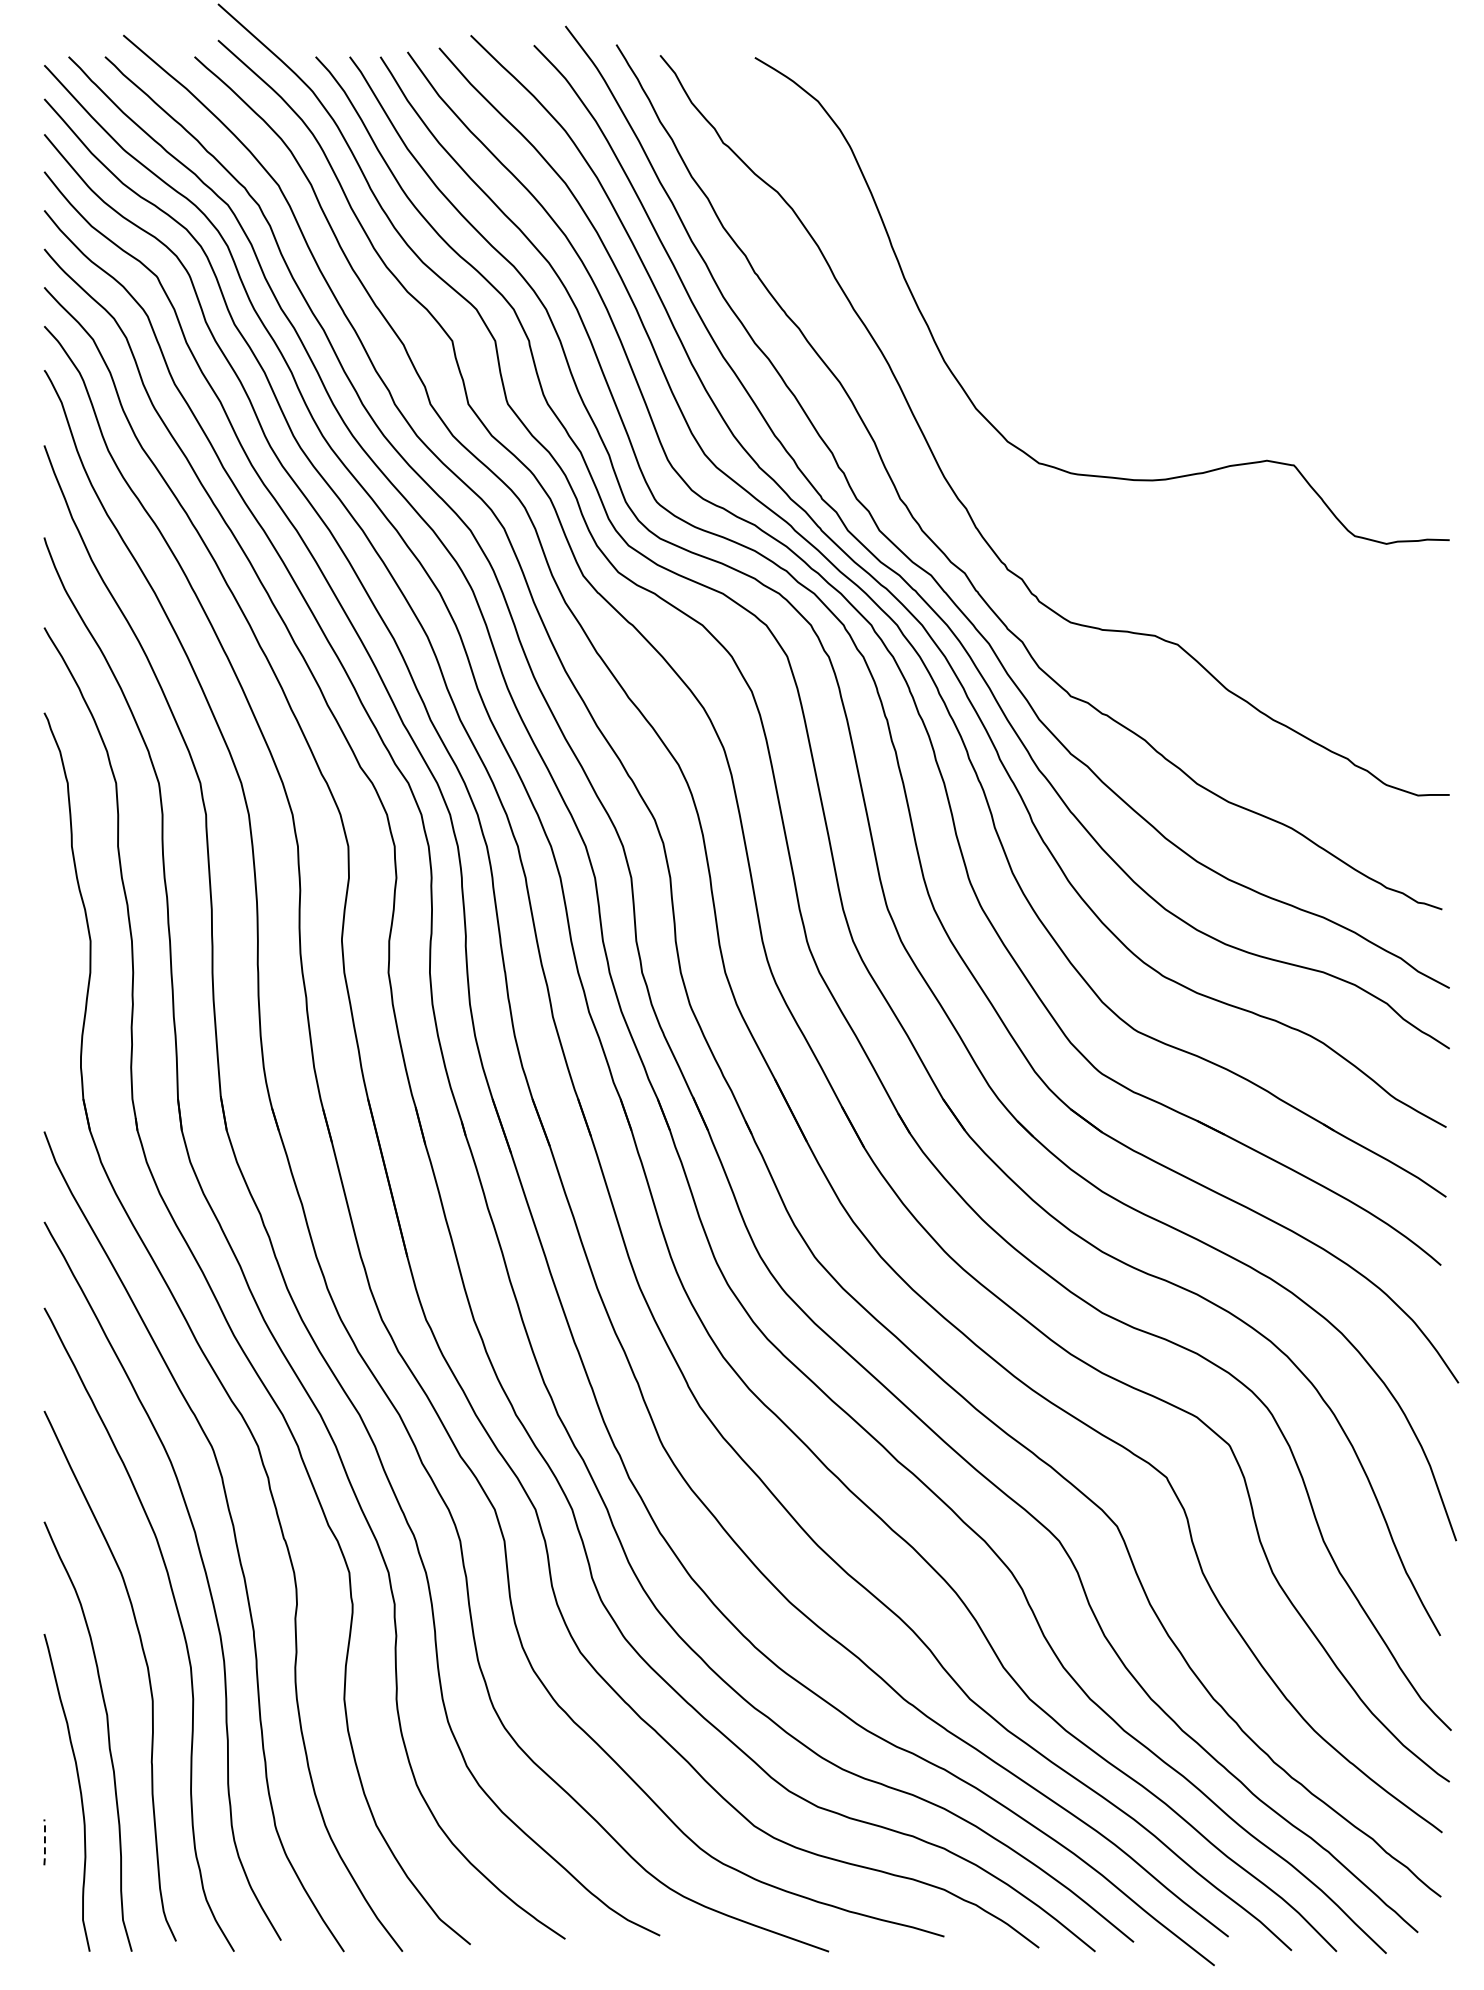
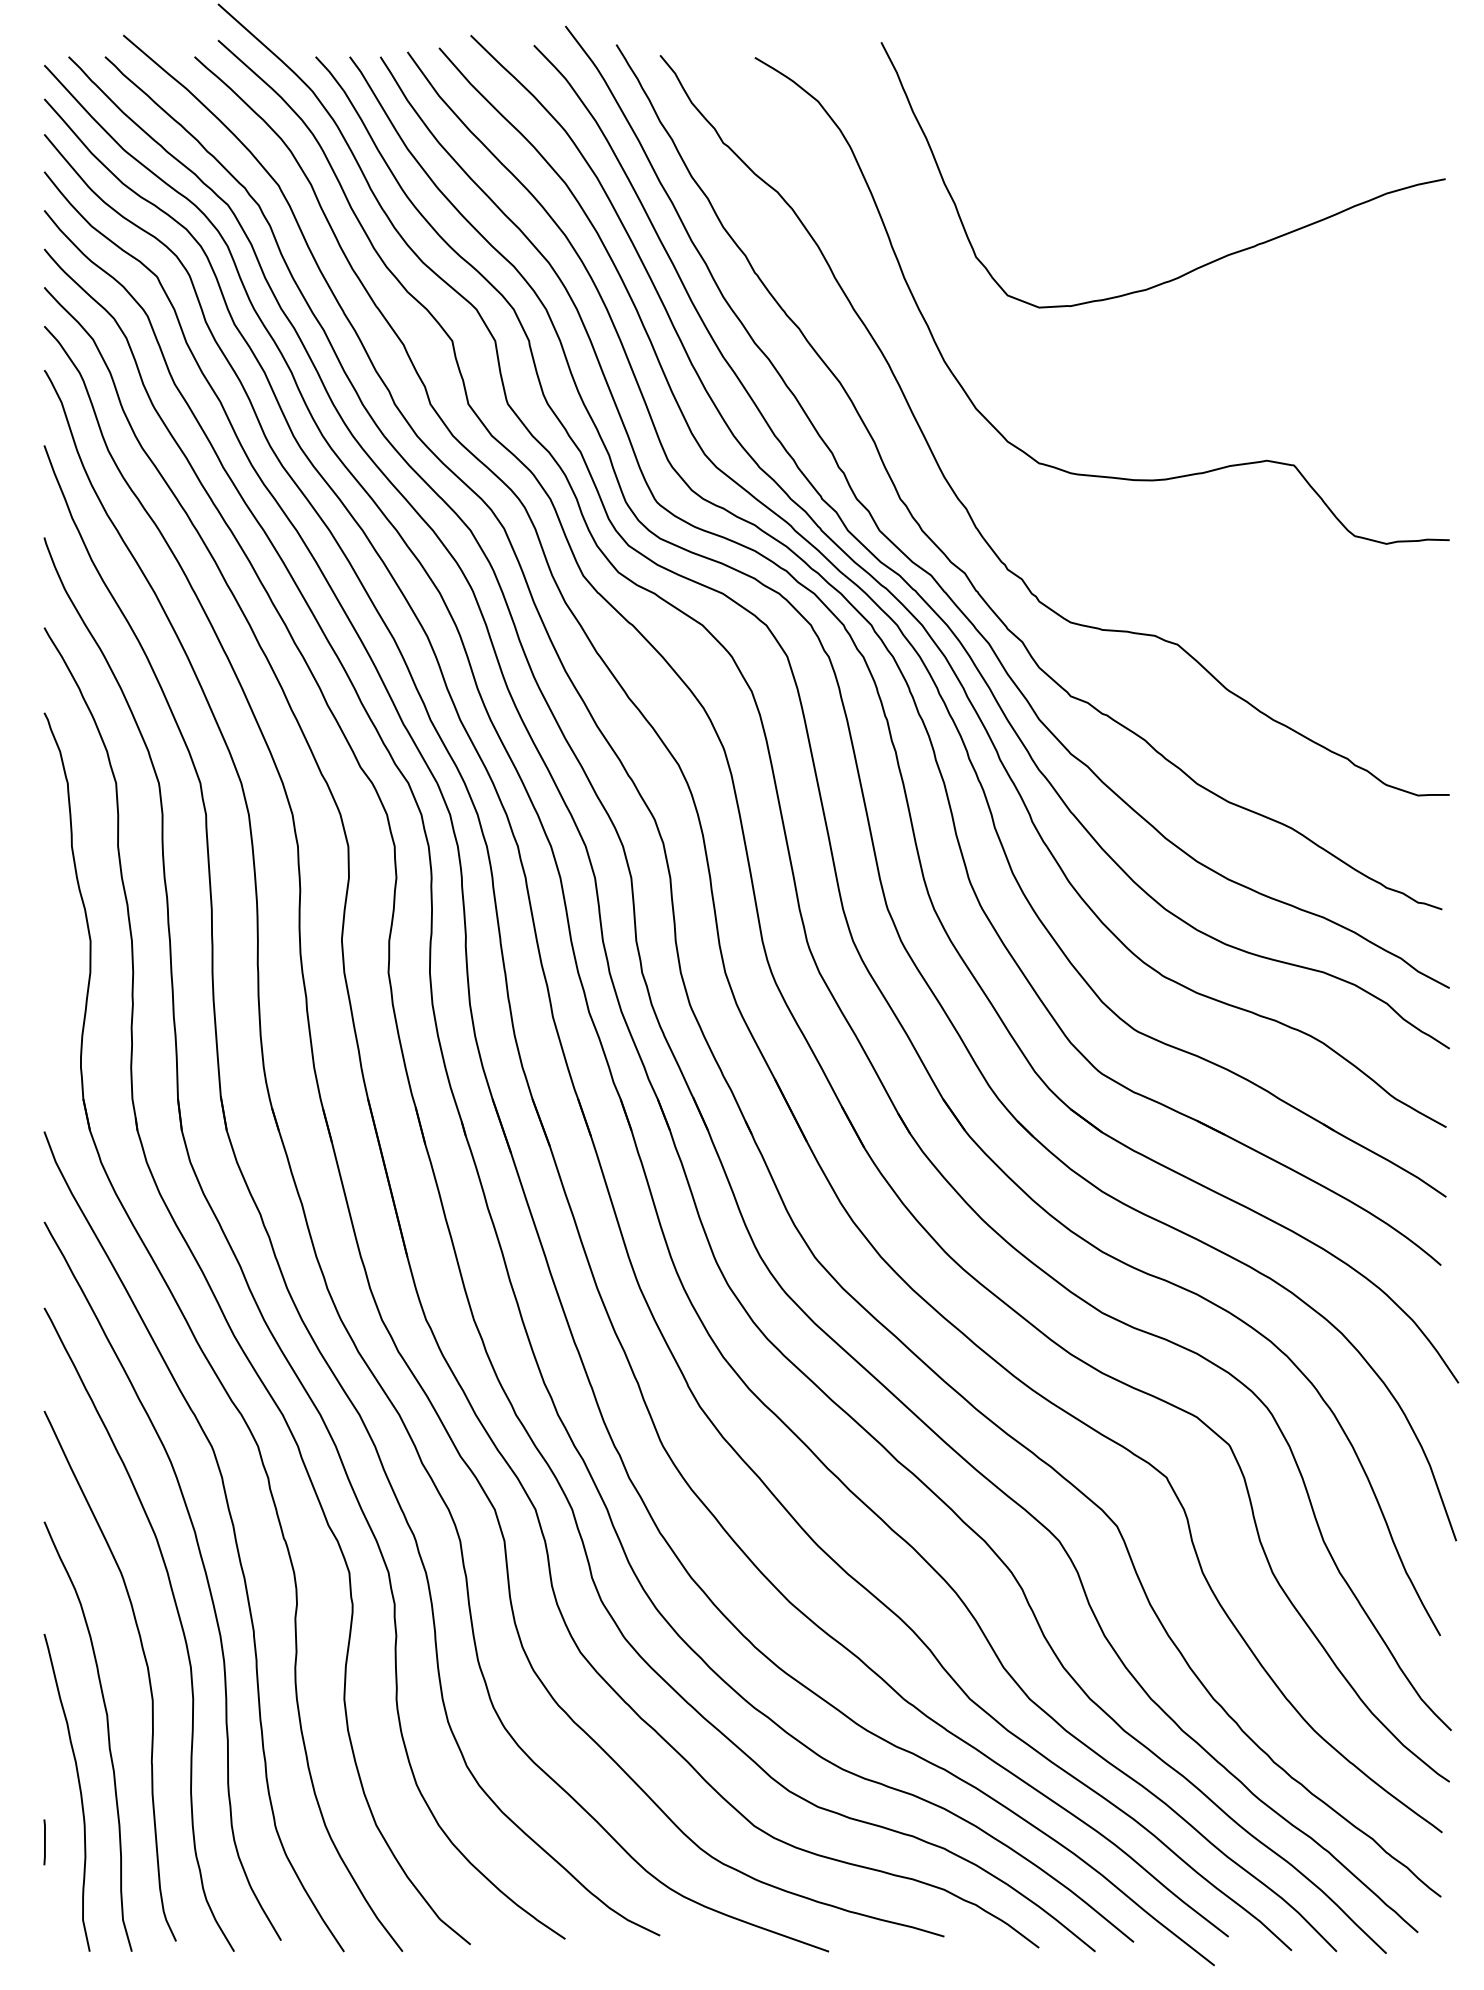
curve at (1203, 264): none -> present
line at (44, 1842): dashed -> solid
